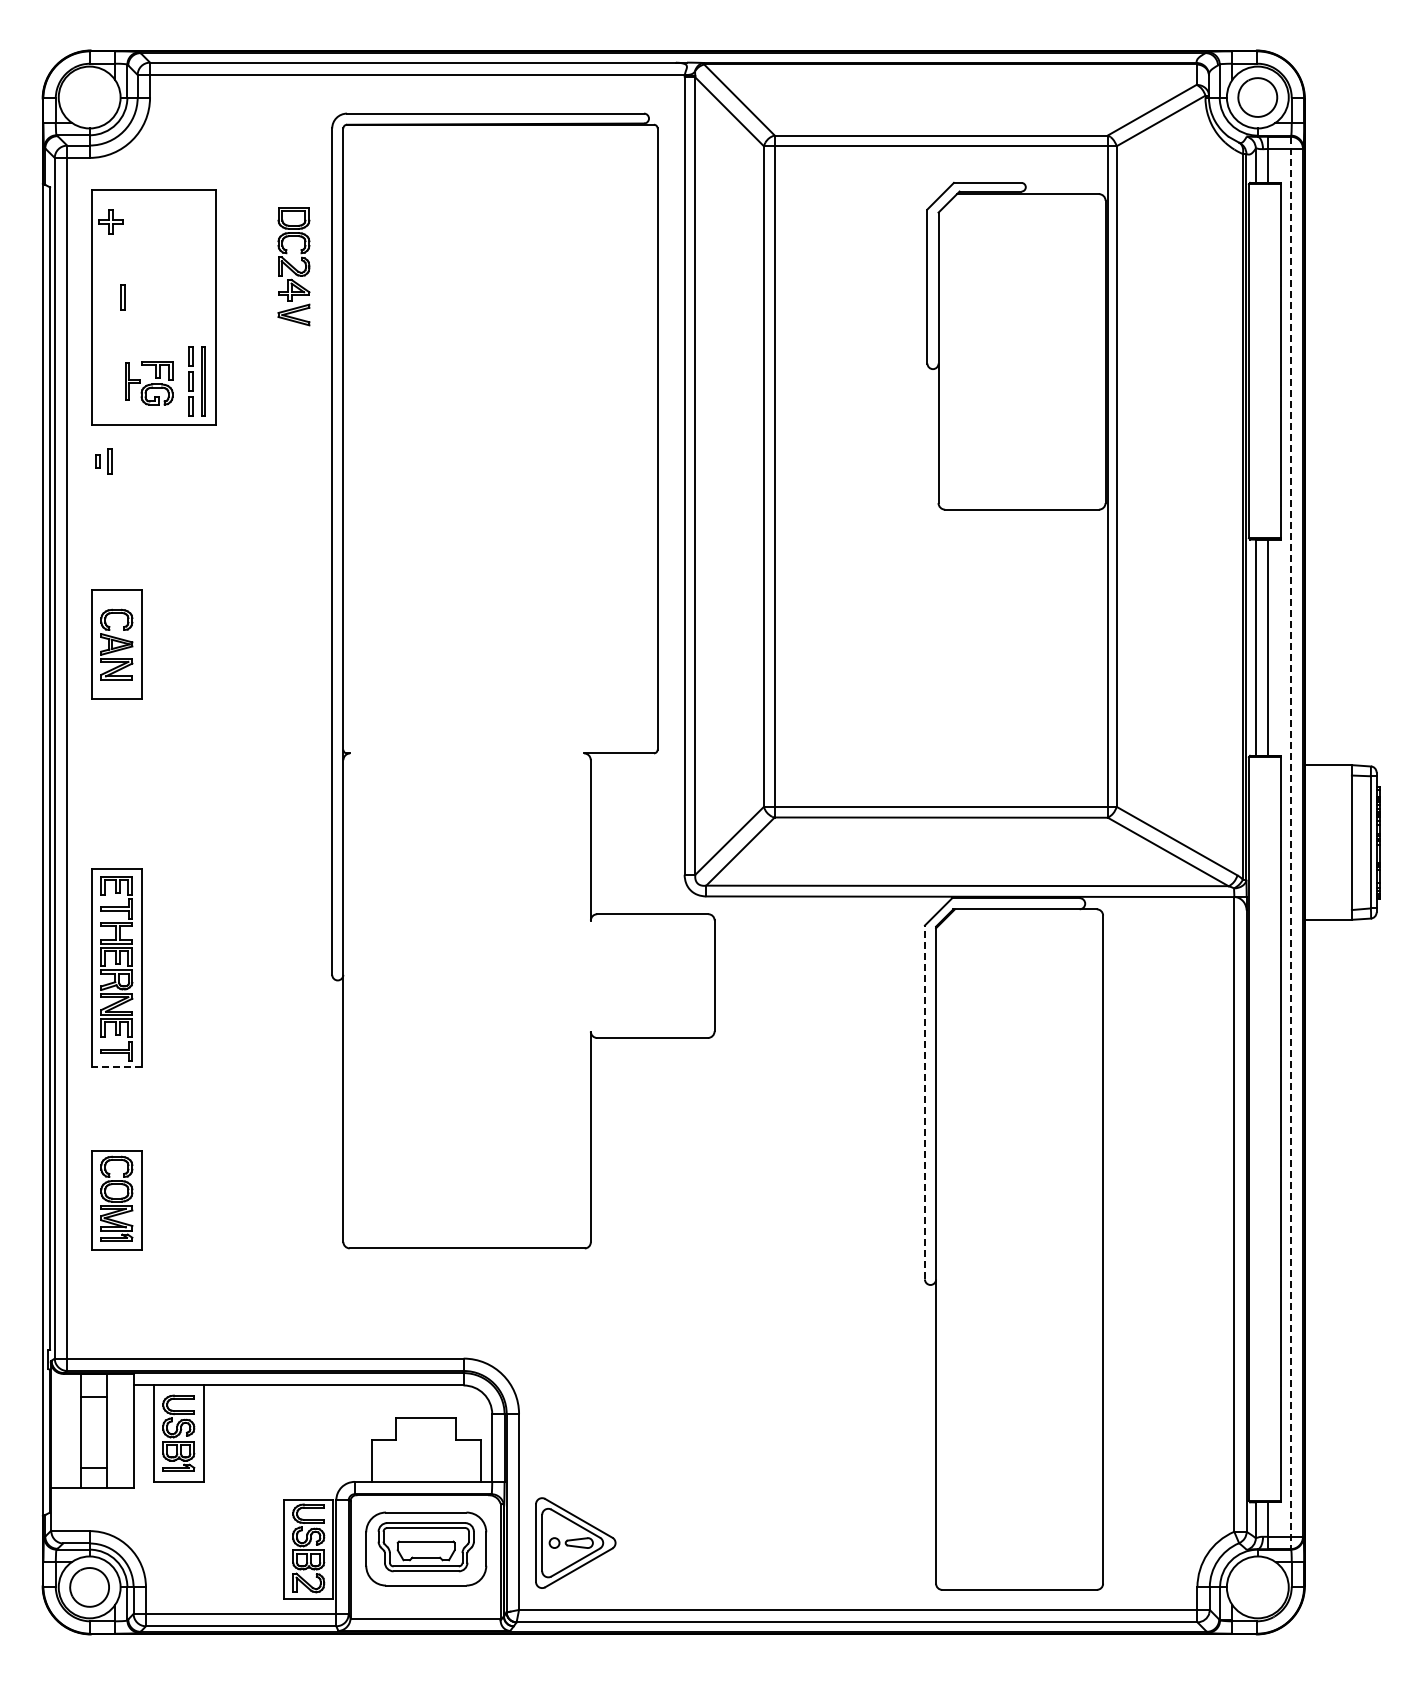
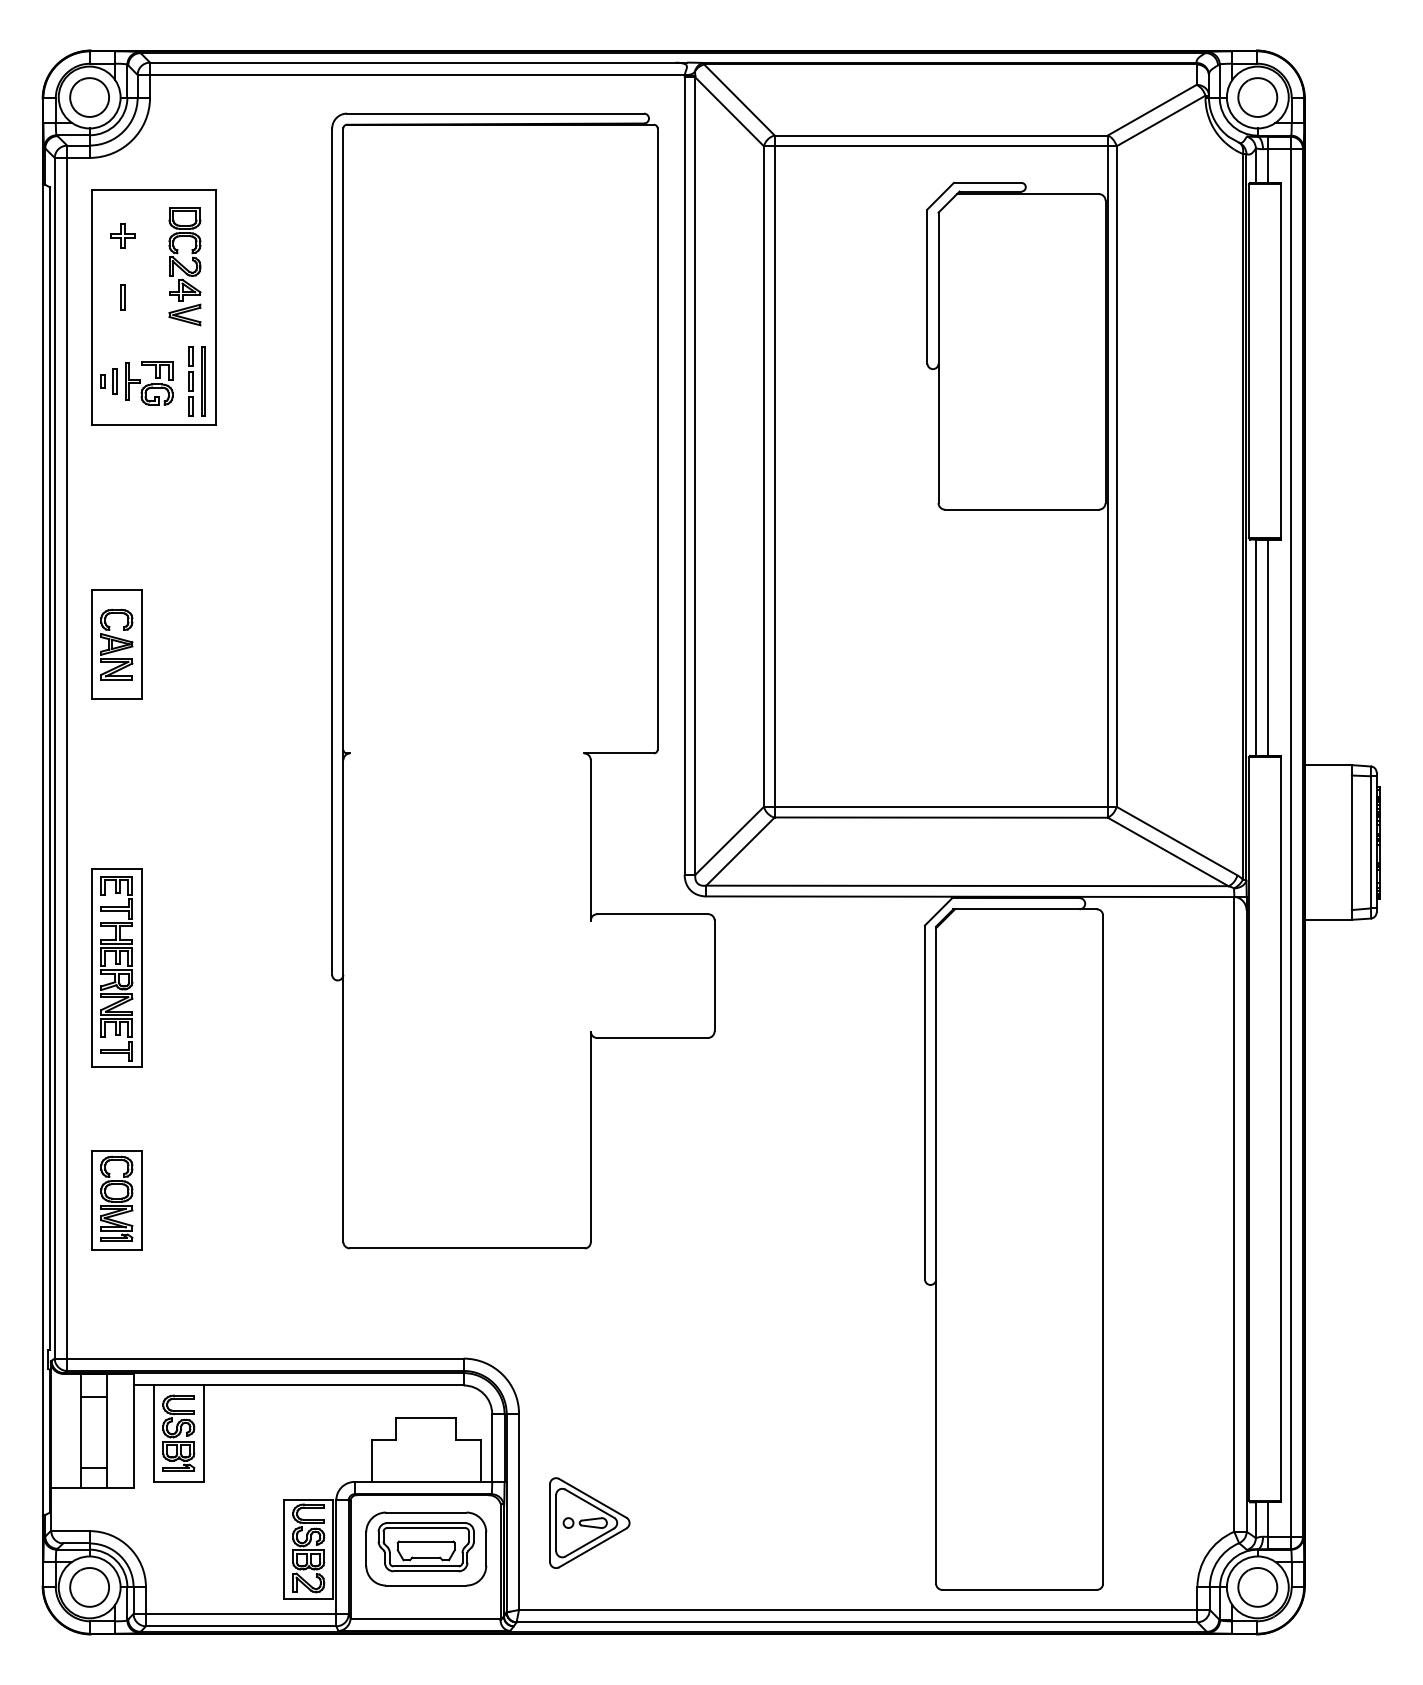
part at (89, 97): none -> present
part at (110, 221) position: (110, 221) -> (122, 235)
part at (293, 266) position: (293, 266) -> (184, 266)
part at (103, 461) position: (103, 461) -> (108, 381)
line at (1290, 843): dashed -> solid
line at (116, 1067): dashed -> solid
line at (924, 1102): dashed -> solid
part at (575, 1542) position: (575, 1542) -> (589, 1522)
part at (1257, 1587): none -> present
